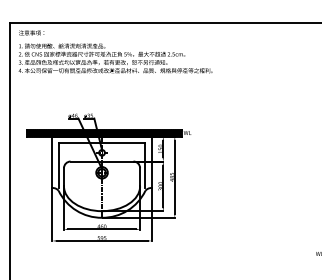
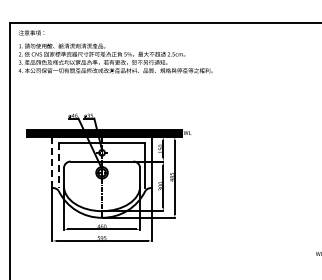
line at (52, 162): solid -> dashed
line at (59, 166): solid -> dashed
